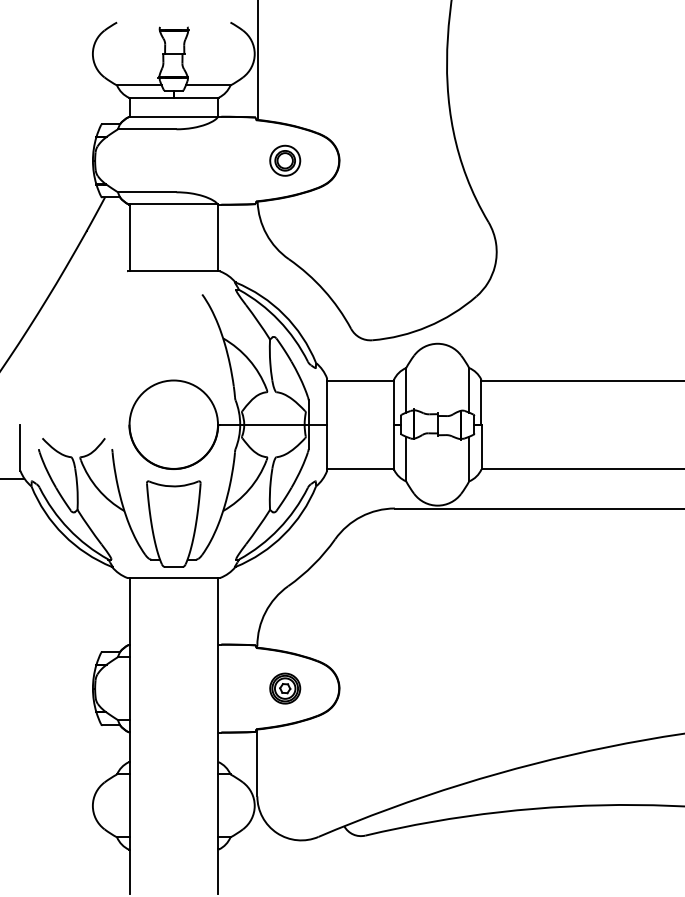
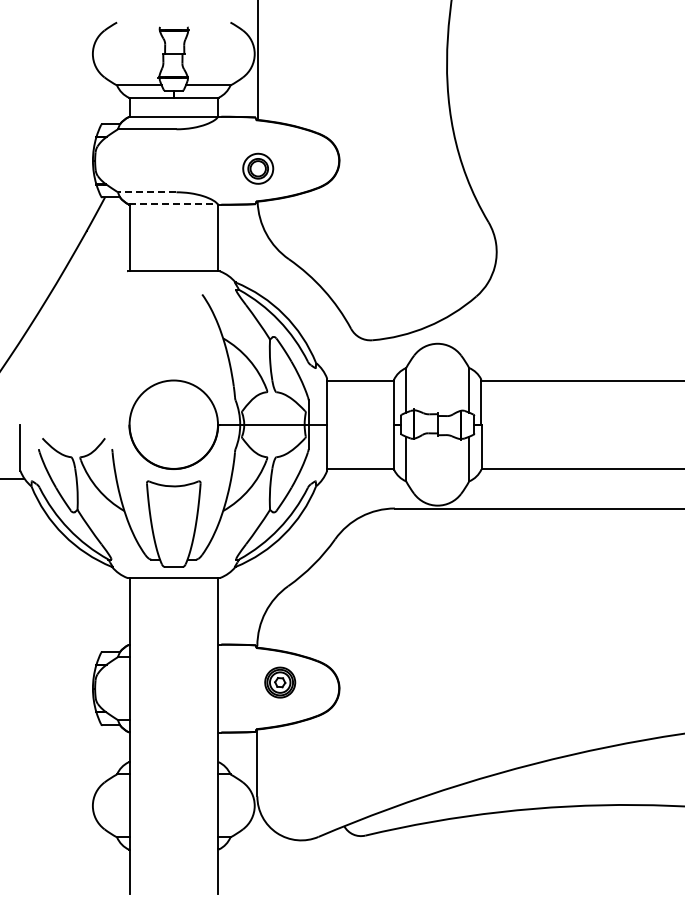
part at (285, 160) position: (285, 160) -> (258, 168)
line at (146, 192): solid -> dashed
line at (173, 204): solid -> dashed
part at (285, 688) position: (285, 688) -> (280, 682)
